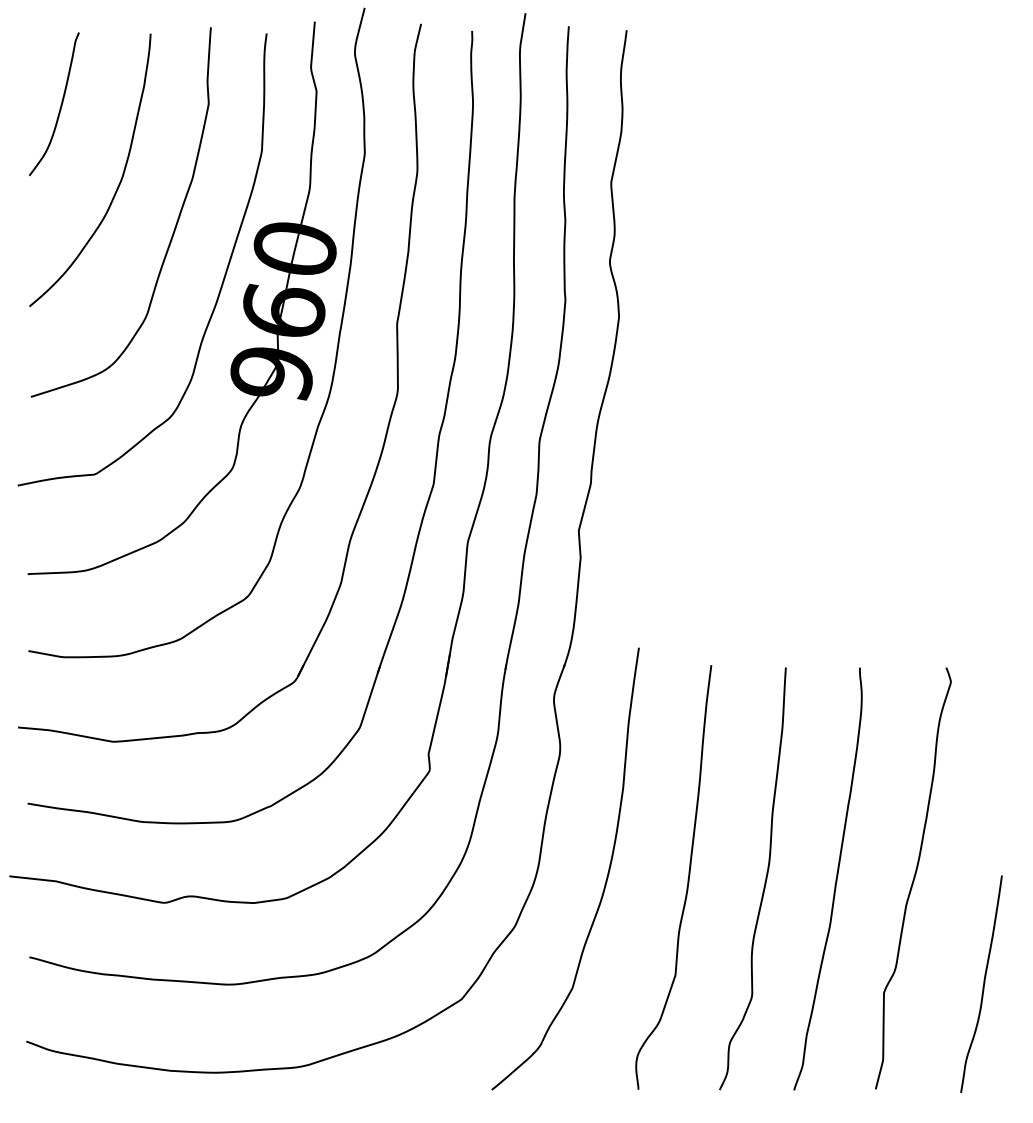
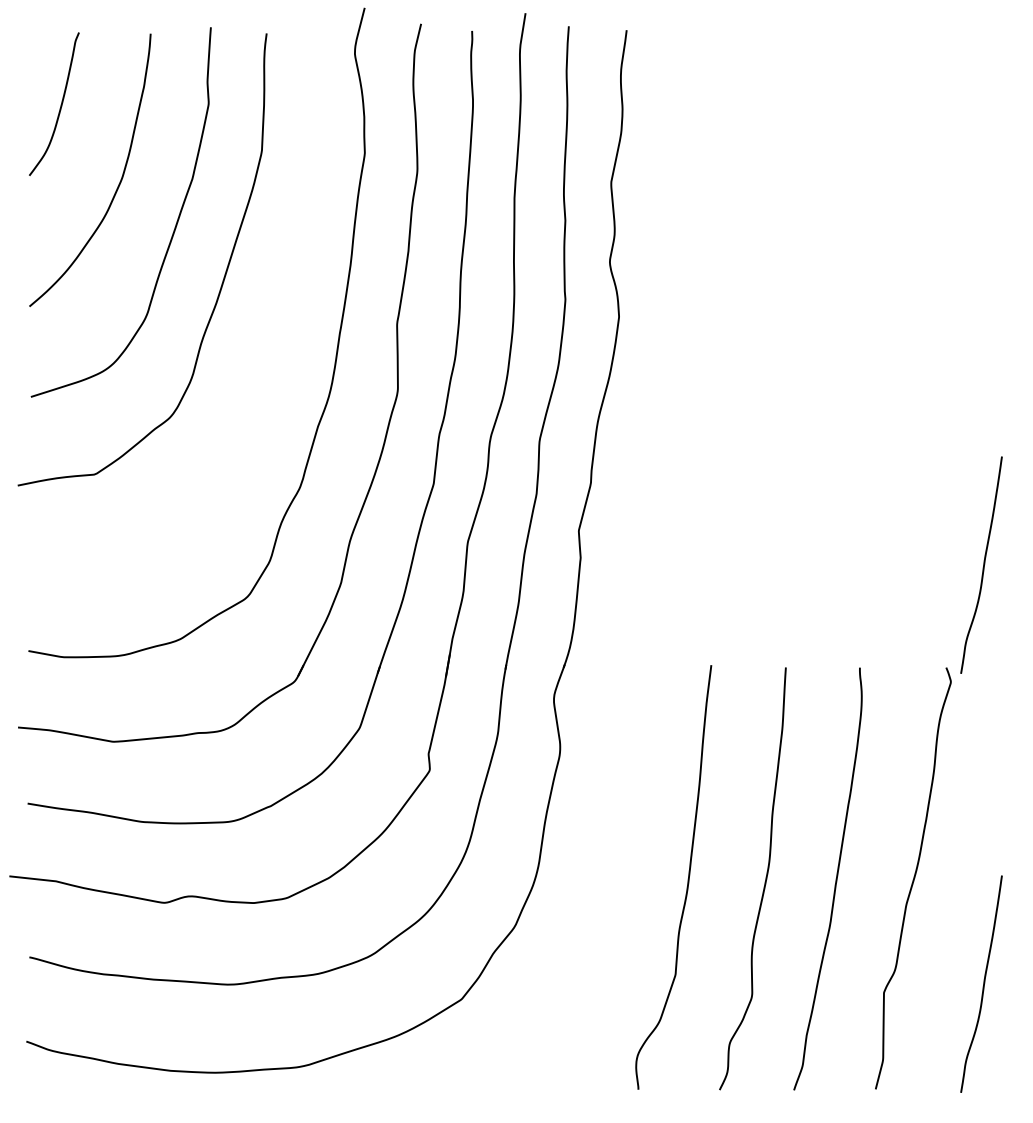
part at (243, 297): present -> none
curve at (983, 564): none -> present
curve at (605, 880): present -> none
